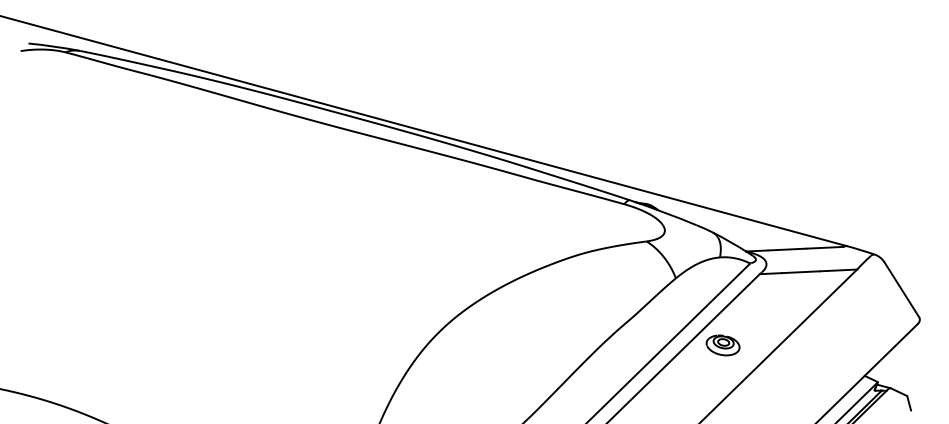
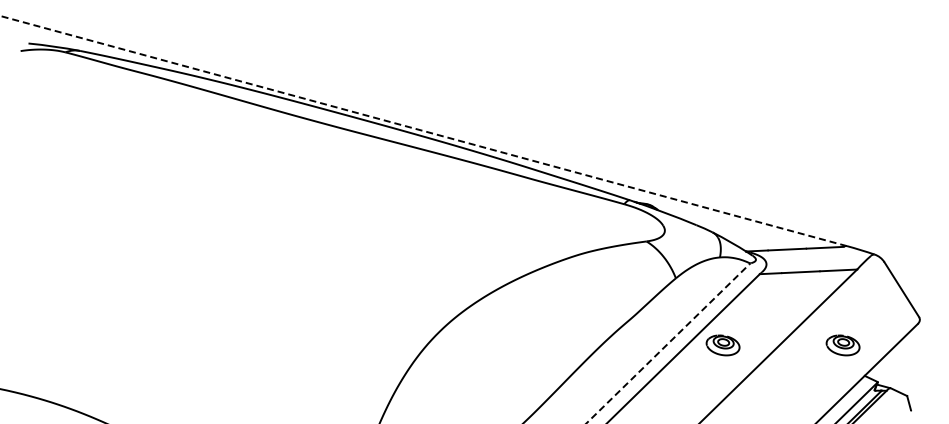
line at (423, 130): solid -> dashed
line at (667, 344): solid -> dashed
part at (842, 345): none -> present
